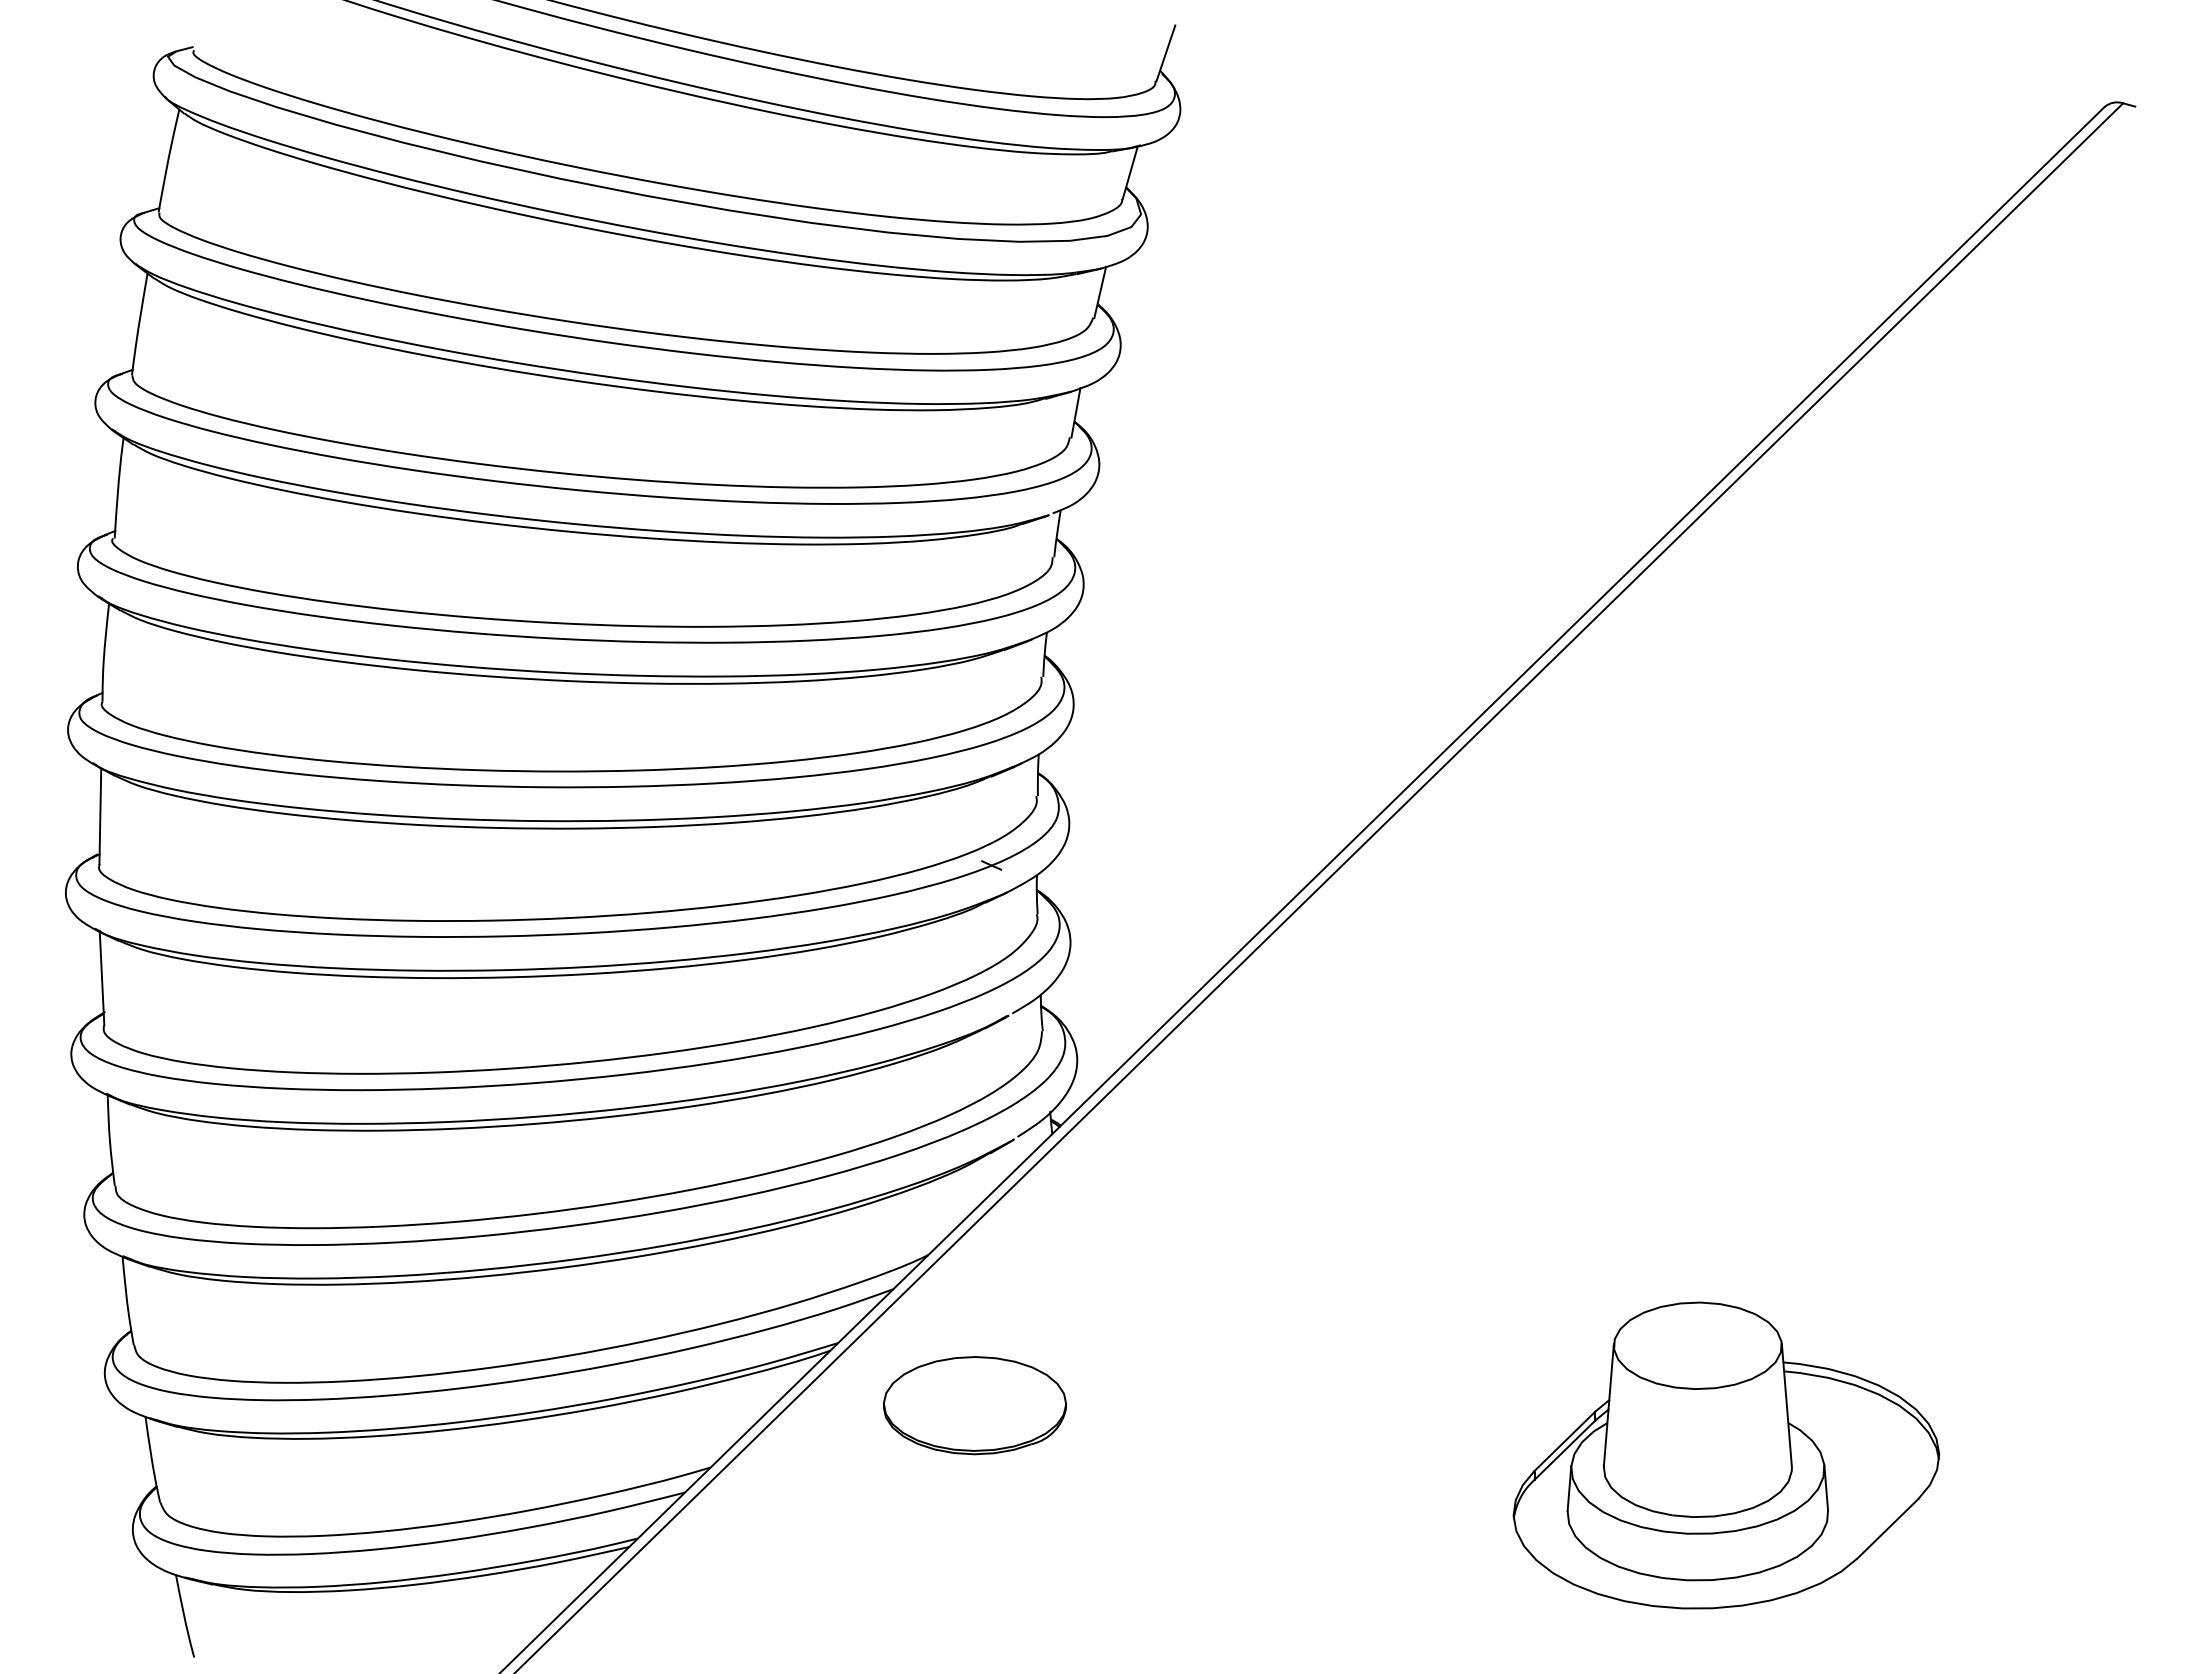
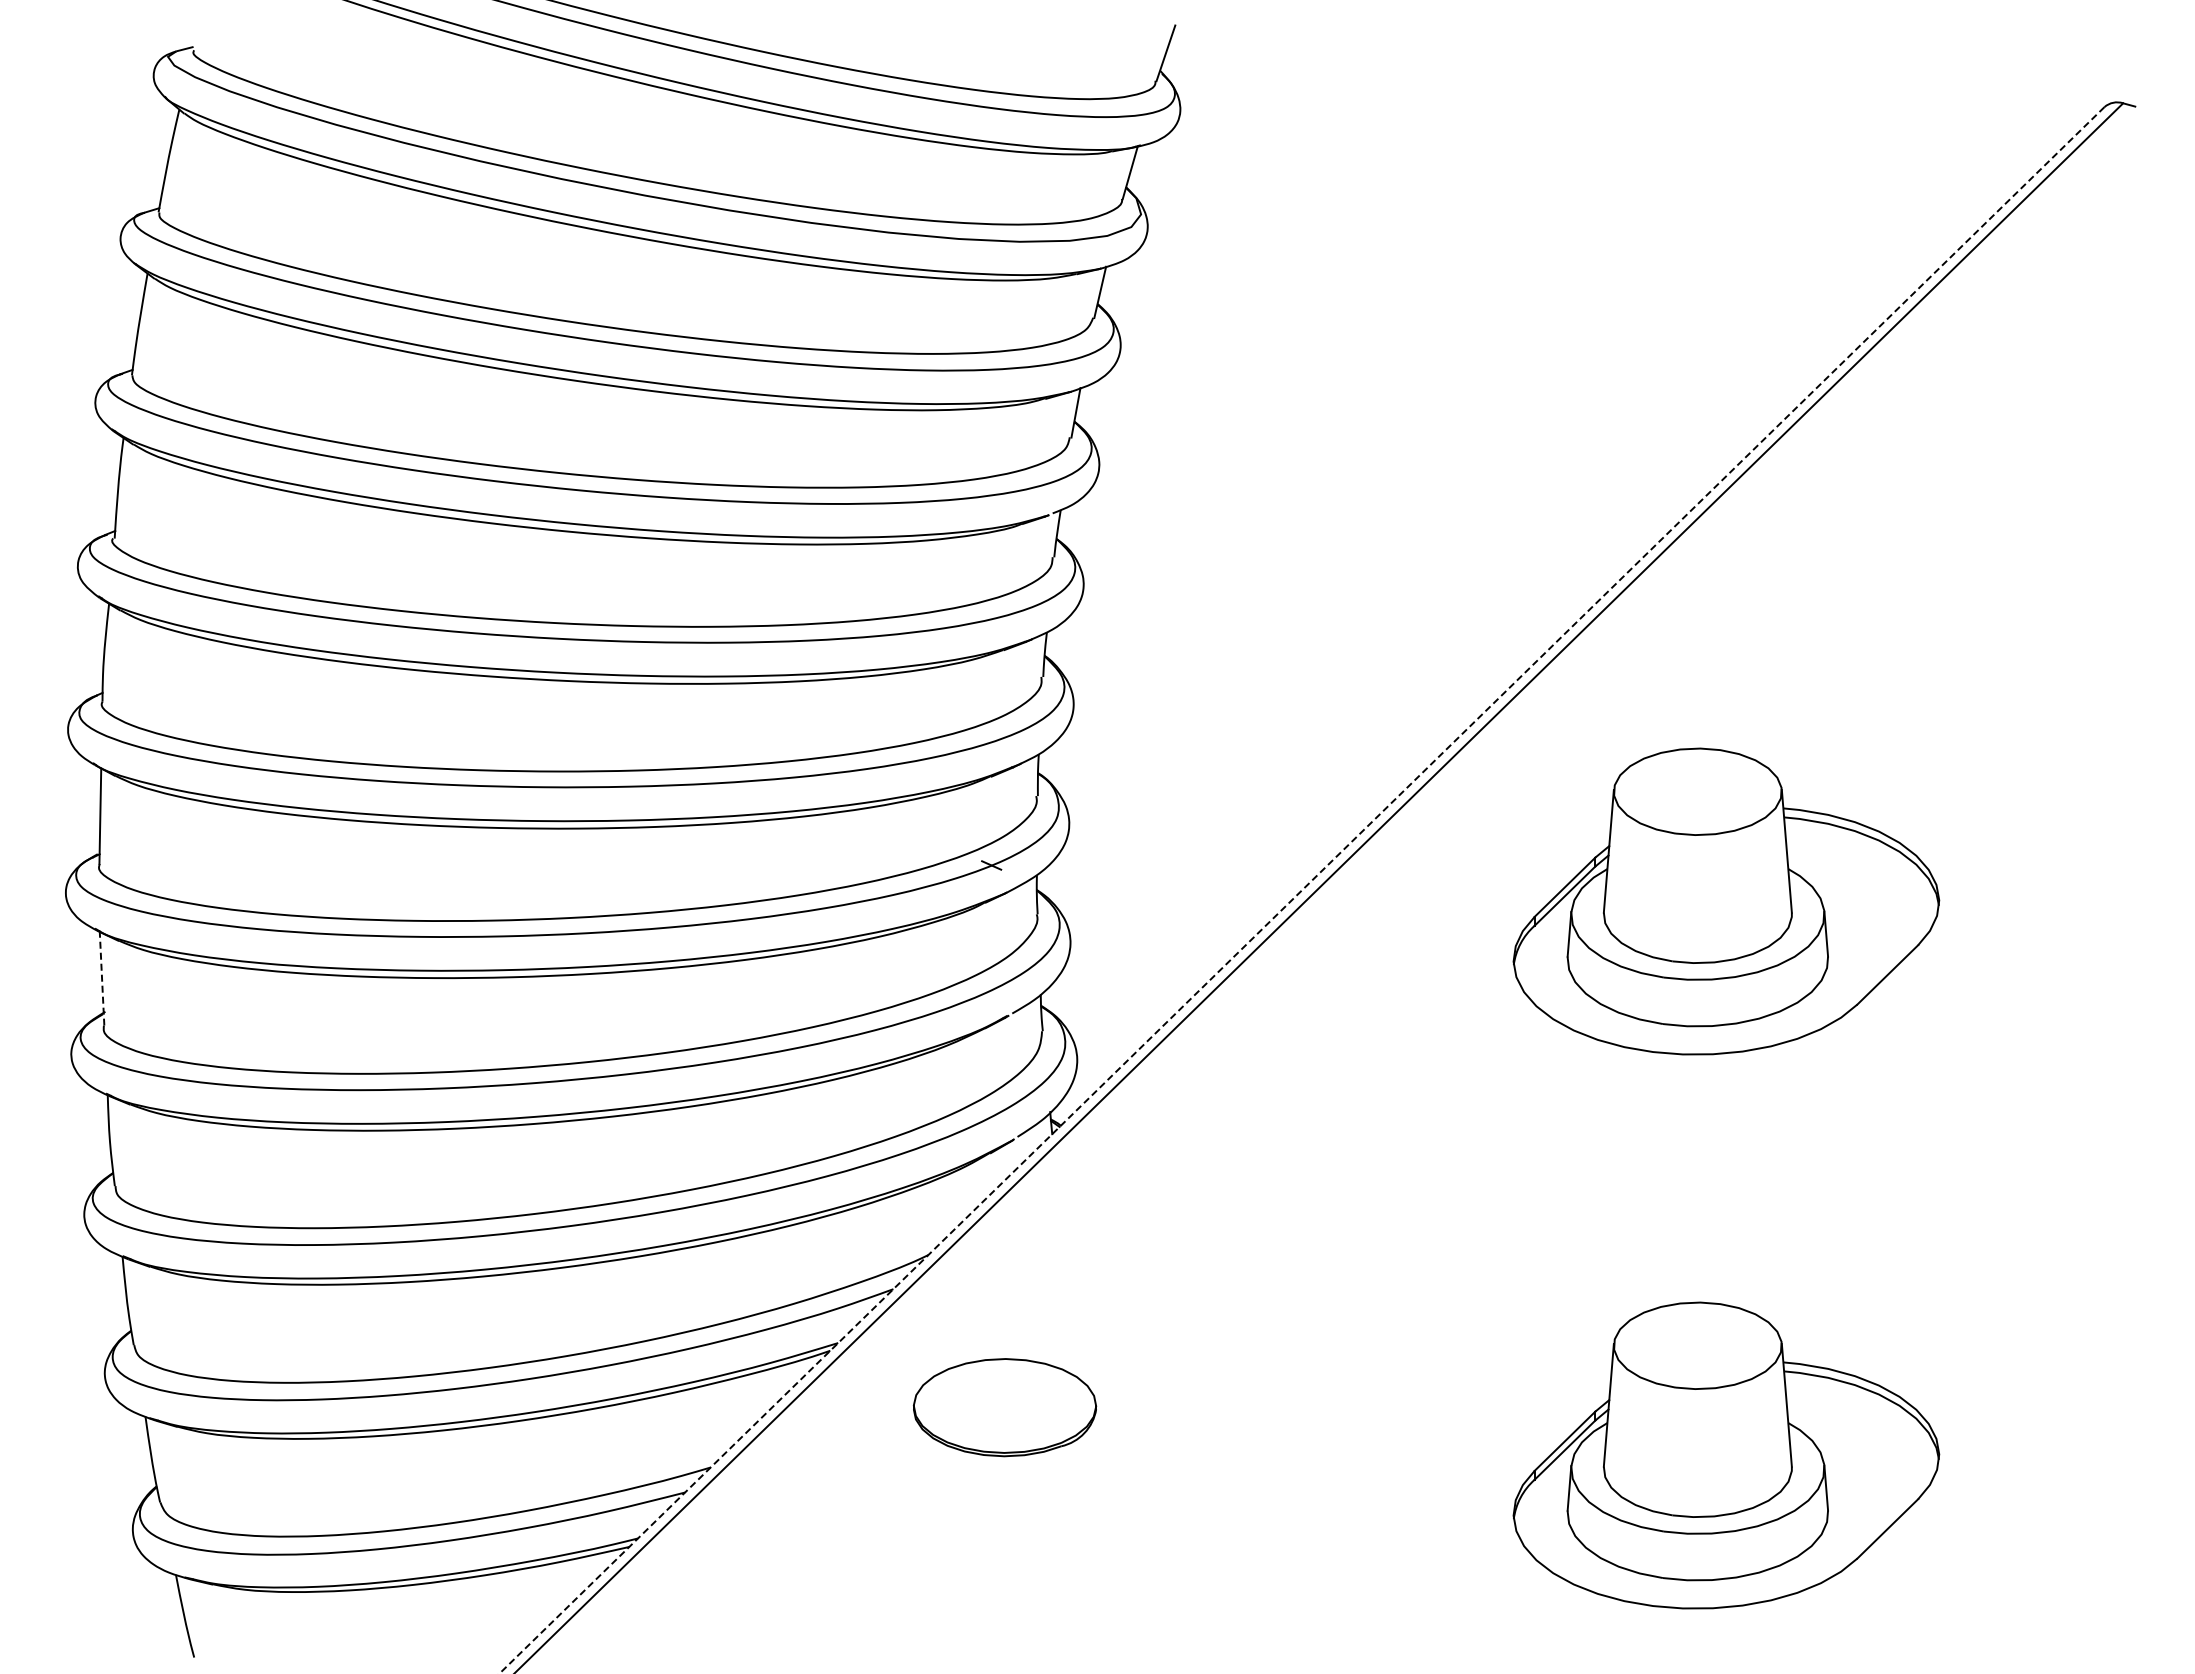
line at (1301, 890): solid -> dashed
part at (1726, 901): none -> present
line at (102, 978): solid -> dashed
part at (974, 1405) position: (974, 1405) -> (1004, 1407)
